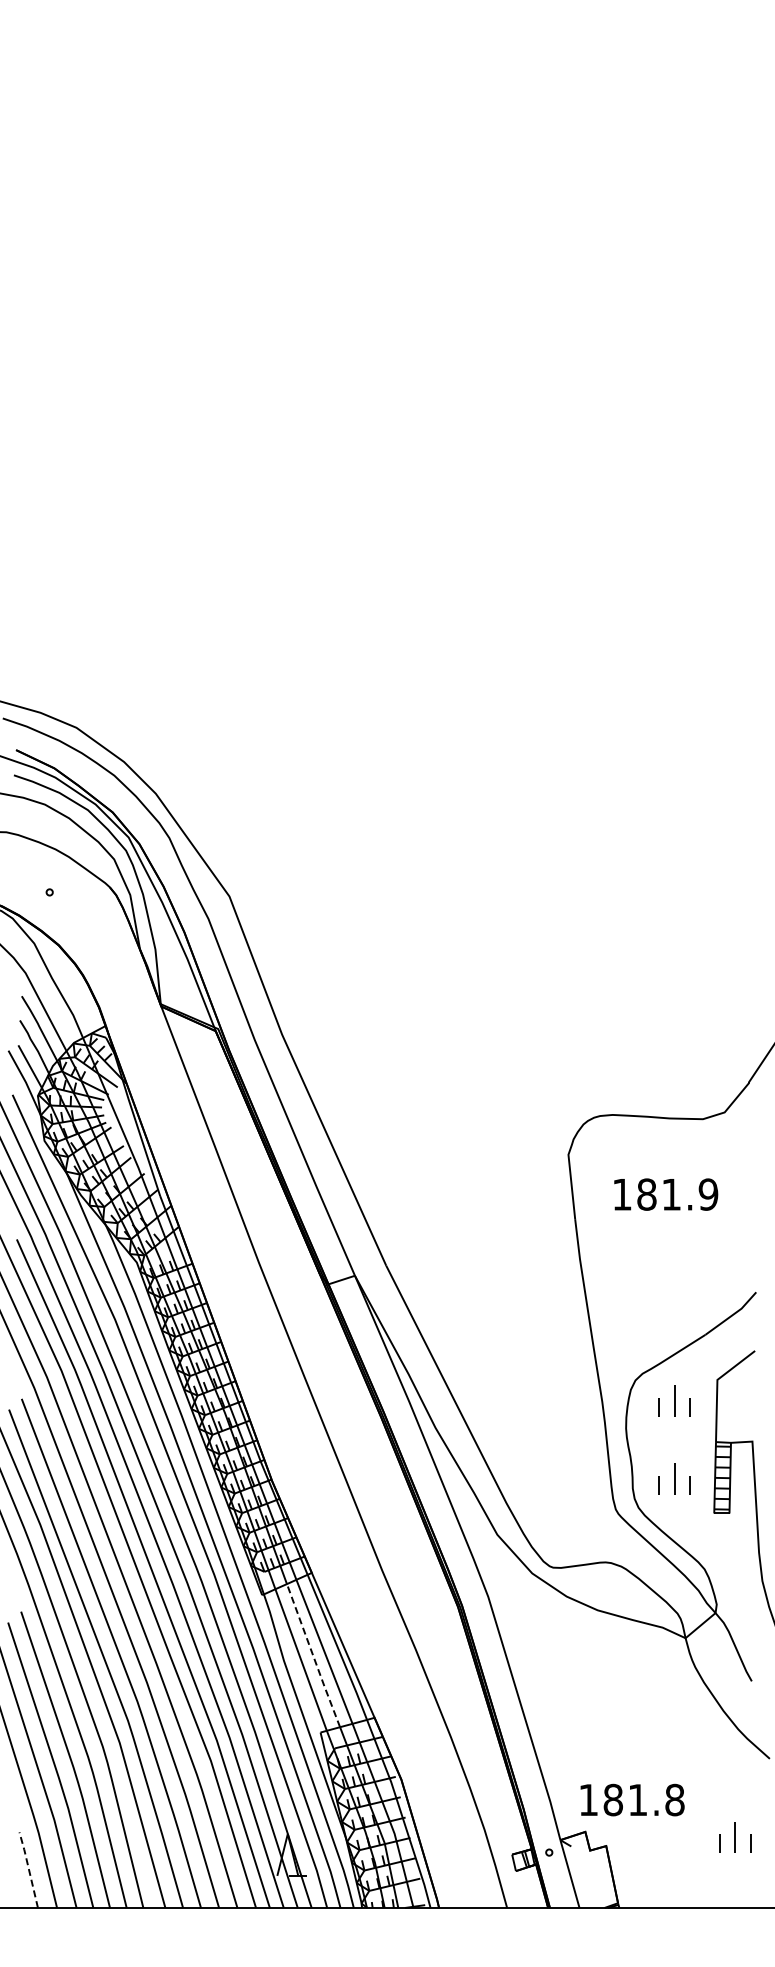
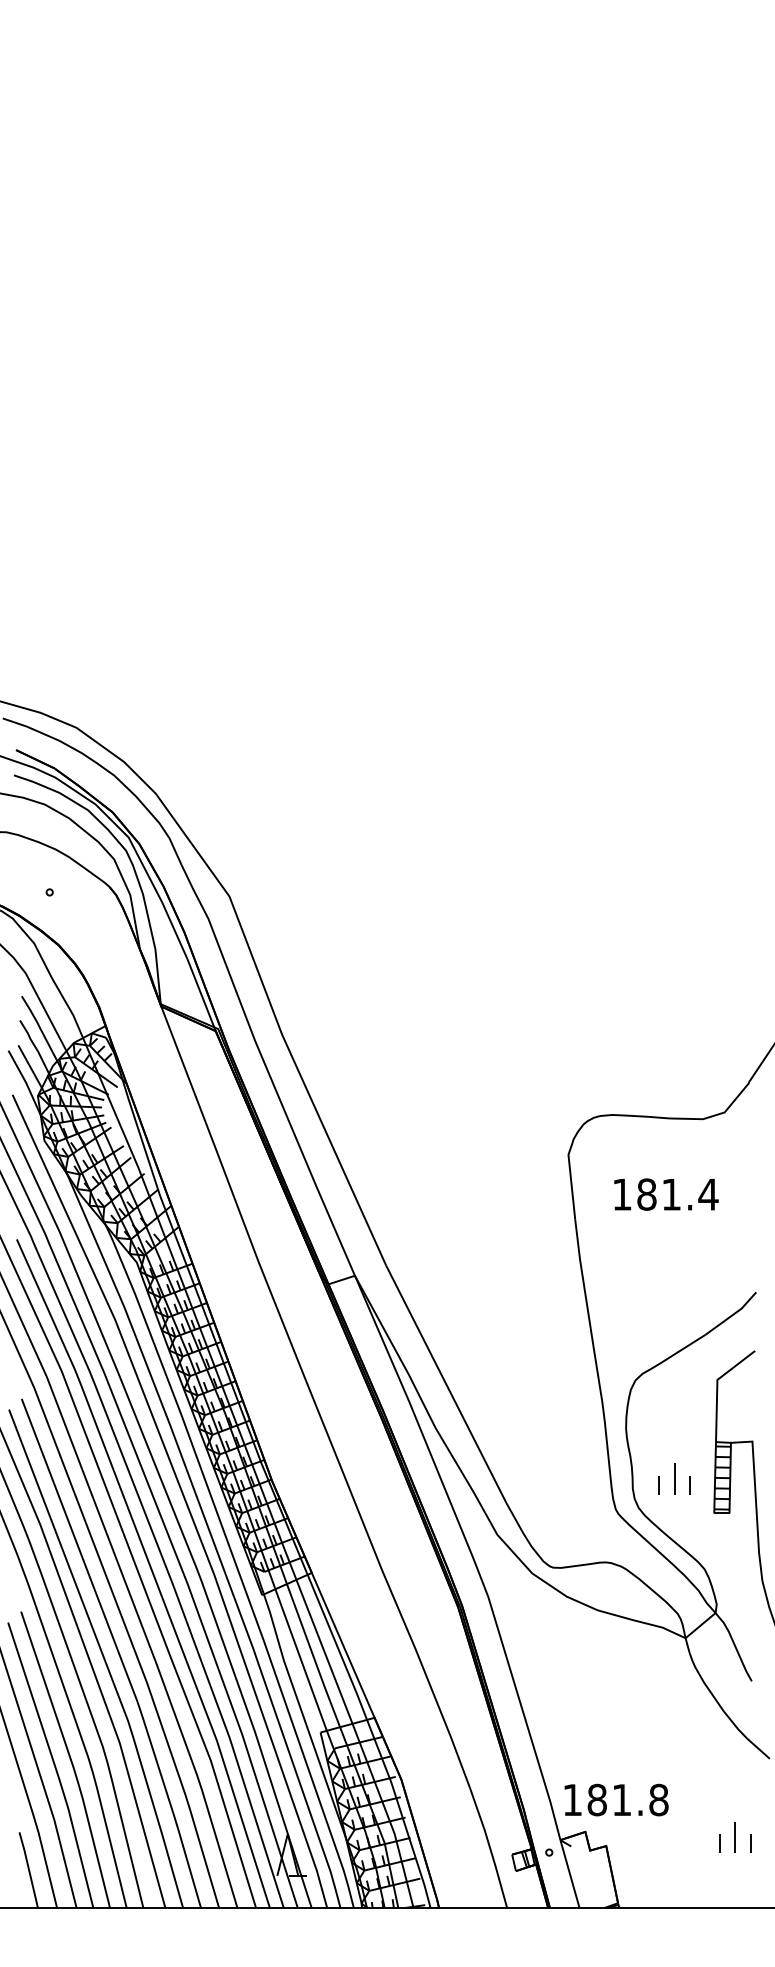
text at (708, 1194): 181.9 -> 181.4
part at (674, 1400): present -> none
line at (313, 1656): dashed -> solid
text at (632, 1799) position: (632, 1799) -> (616, 1799)
line at (28, 1869): dashed -> solid
